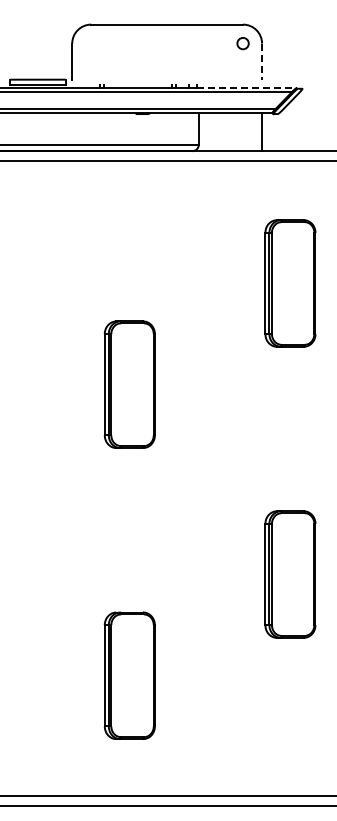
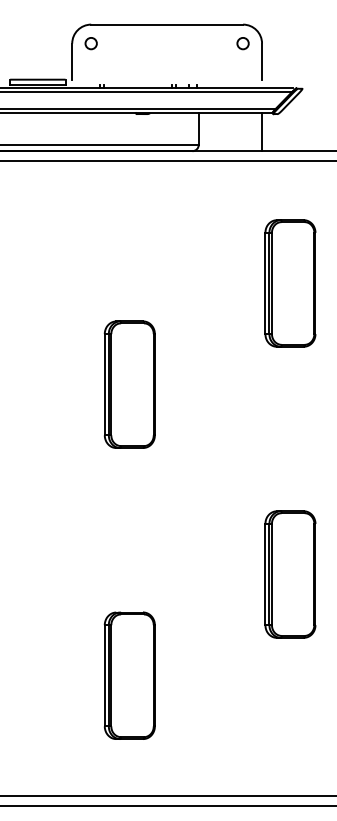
circle at (90, 43): none -> present
line at (262, 62): dashed -> solid
line at (245, 87): dashed -> solid
